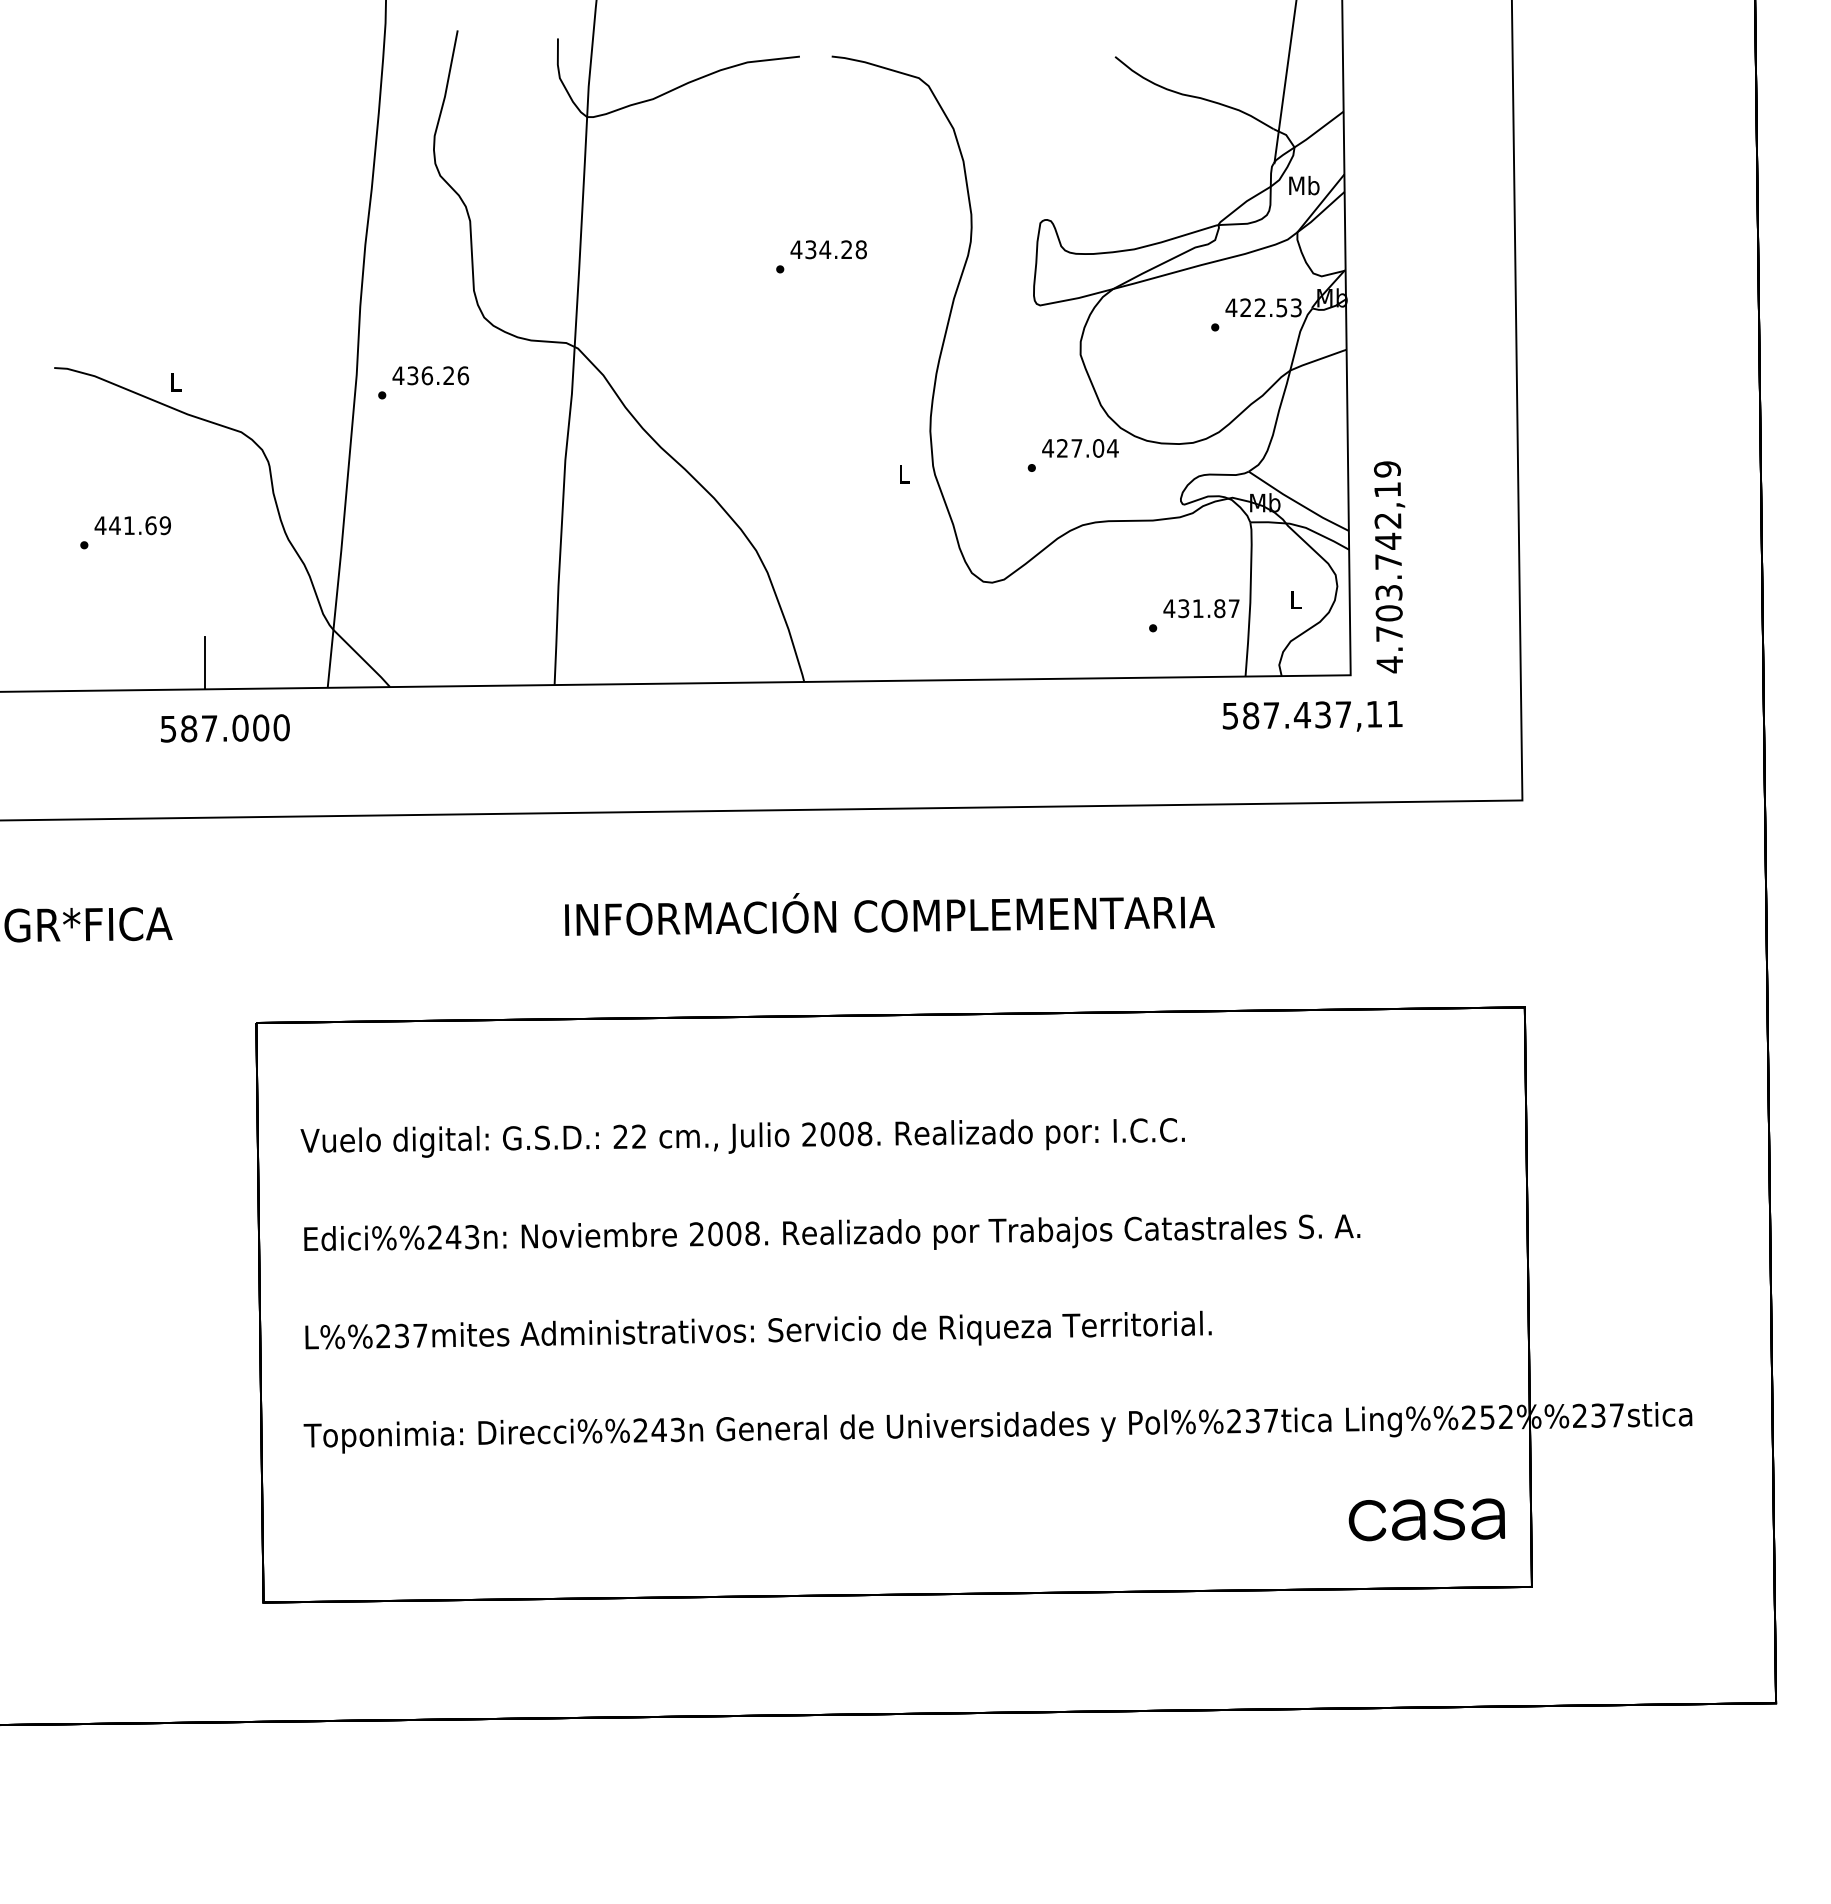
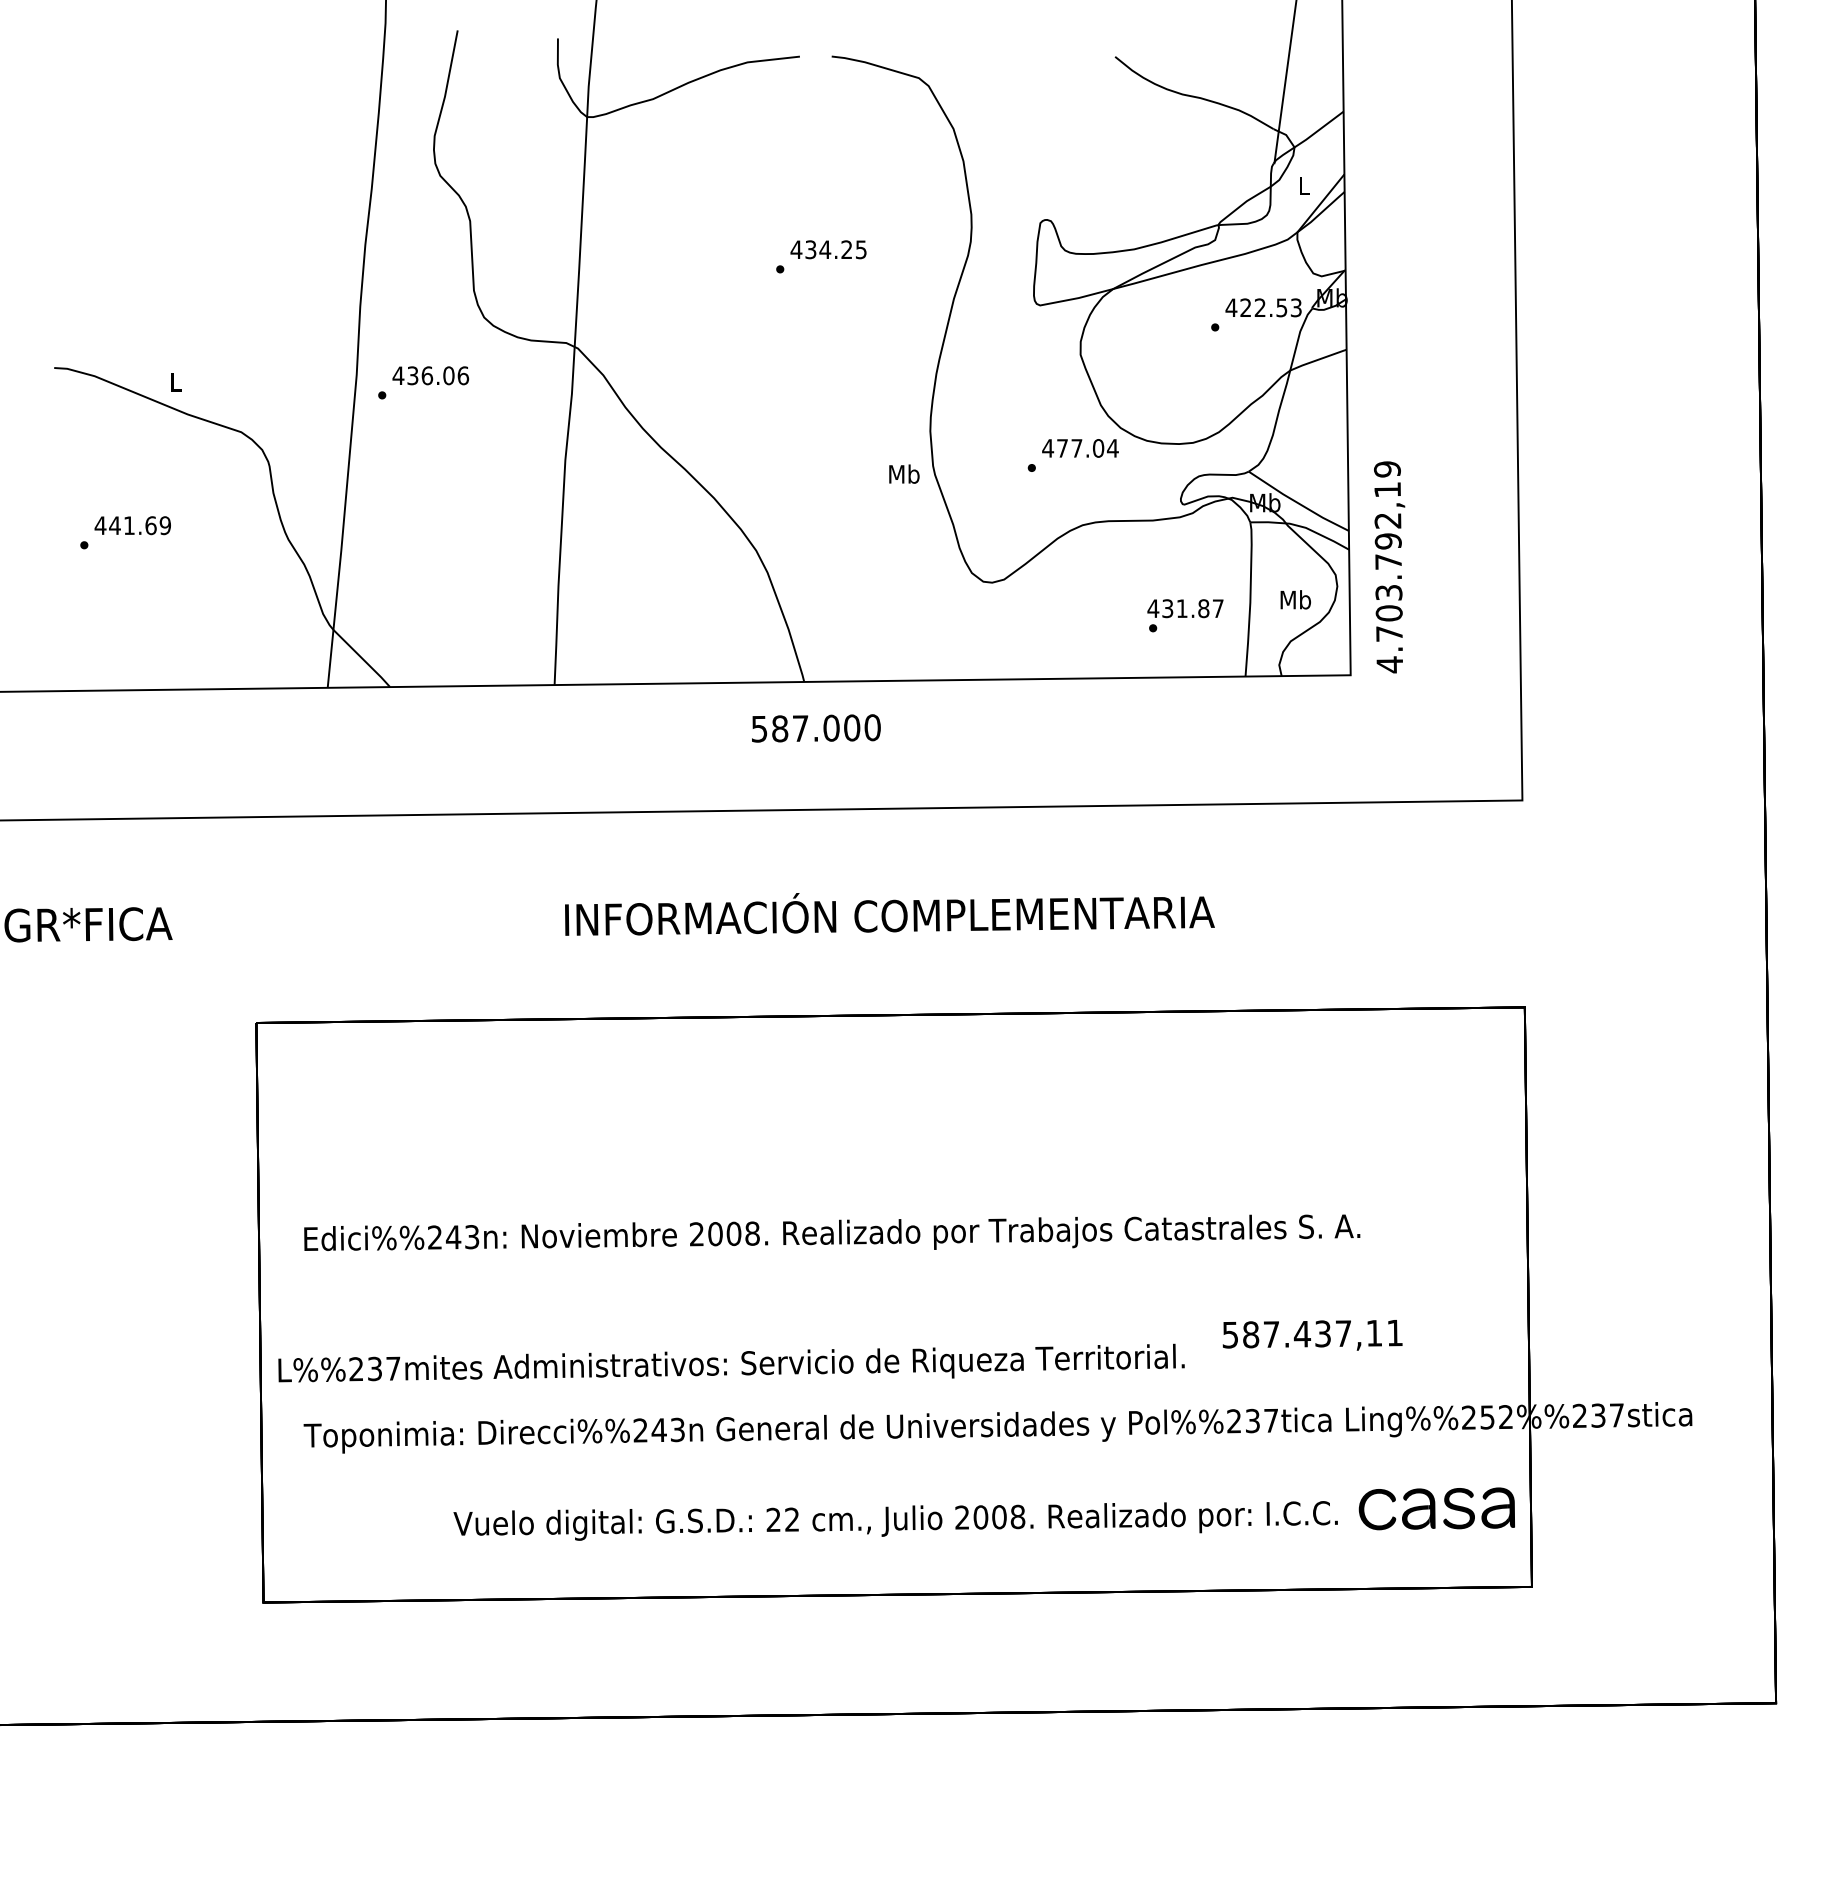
text at (1304, 185): Mb -> L
text at (860, 249): 434.28 -> 434.25
text at (448, 375): 436.26 -> 436.06
text at (1062, 448): 427.04 -> 477.04
text at (904, 473): L -> Mb
text at (1387, 540): 4.703.742,19 -> 4.703.792,19
text at (1295, 599): L -> Mb
text at (1201, 608) position: (1201, 608) -> (1185, 608)
line at (204, 662): present -> none
text at (1312, 716) position: (1312, 716) -> (1312, 1335)
text at (225, 728) position: (225, 728) -> (816, 728)
text at (742, 1137) position: (742, 1137) -> (895, 1520)
text at (758, 1329) position: (758, 1329) -> (731, 1362)
part at (1426, 1519) position: (1426, 1519) -> (1436, 1508)
